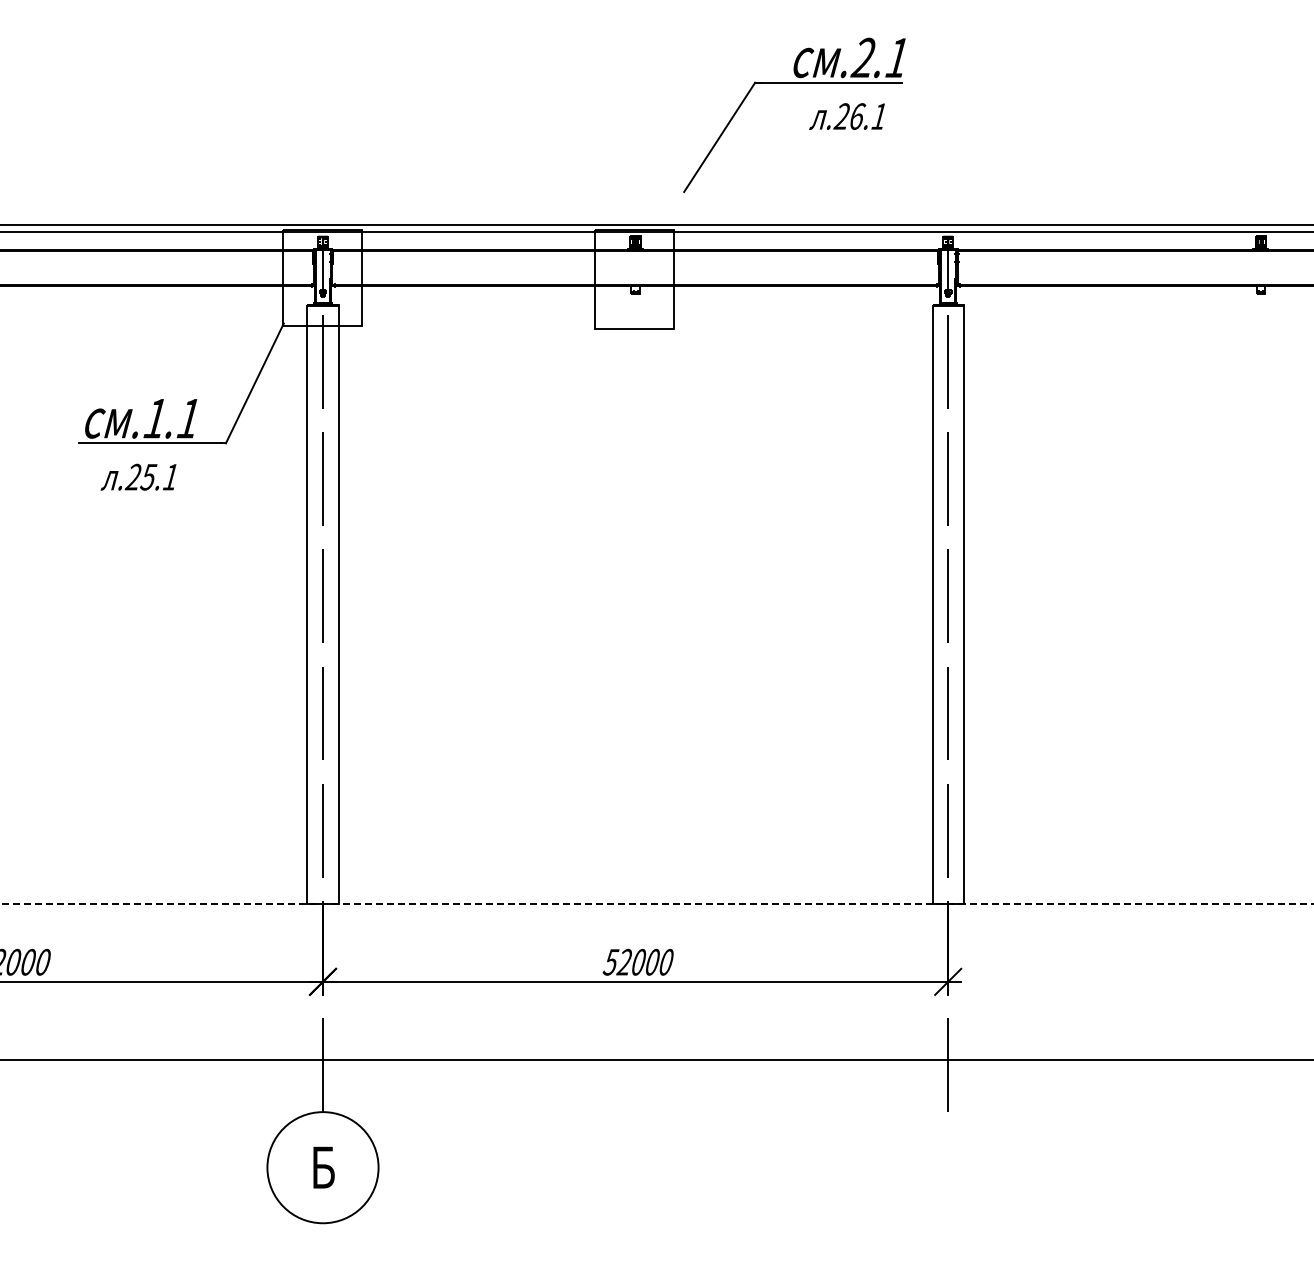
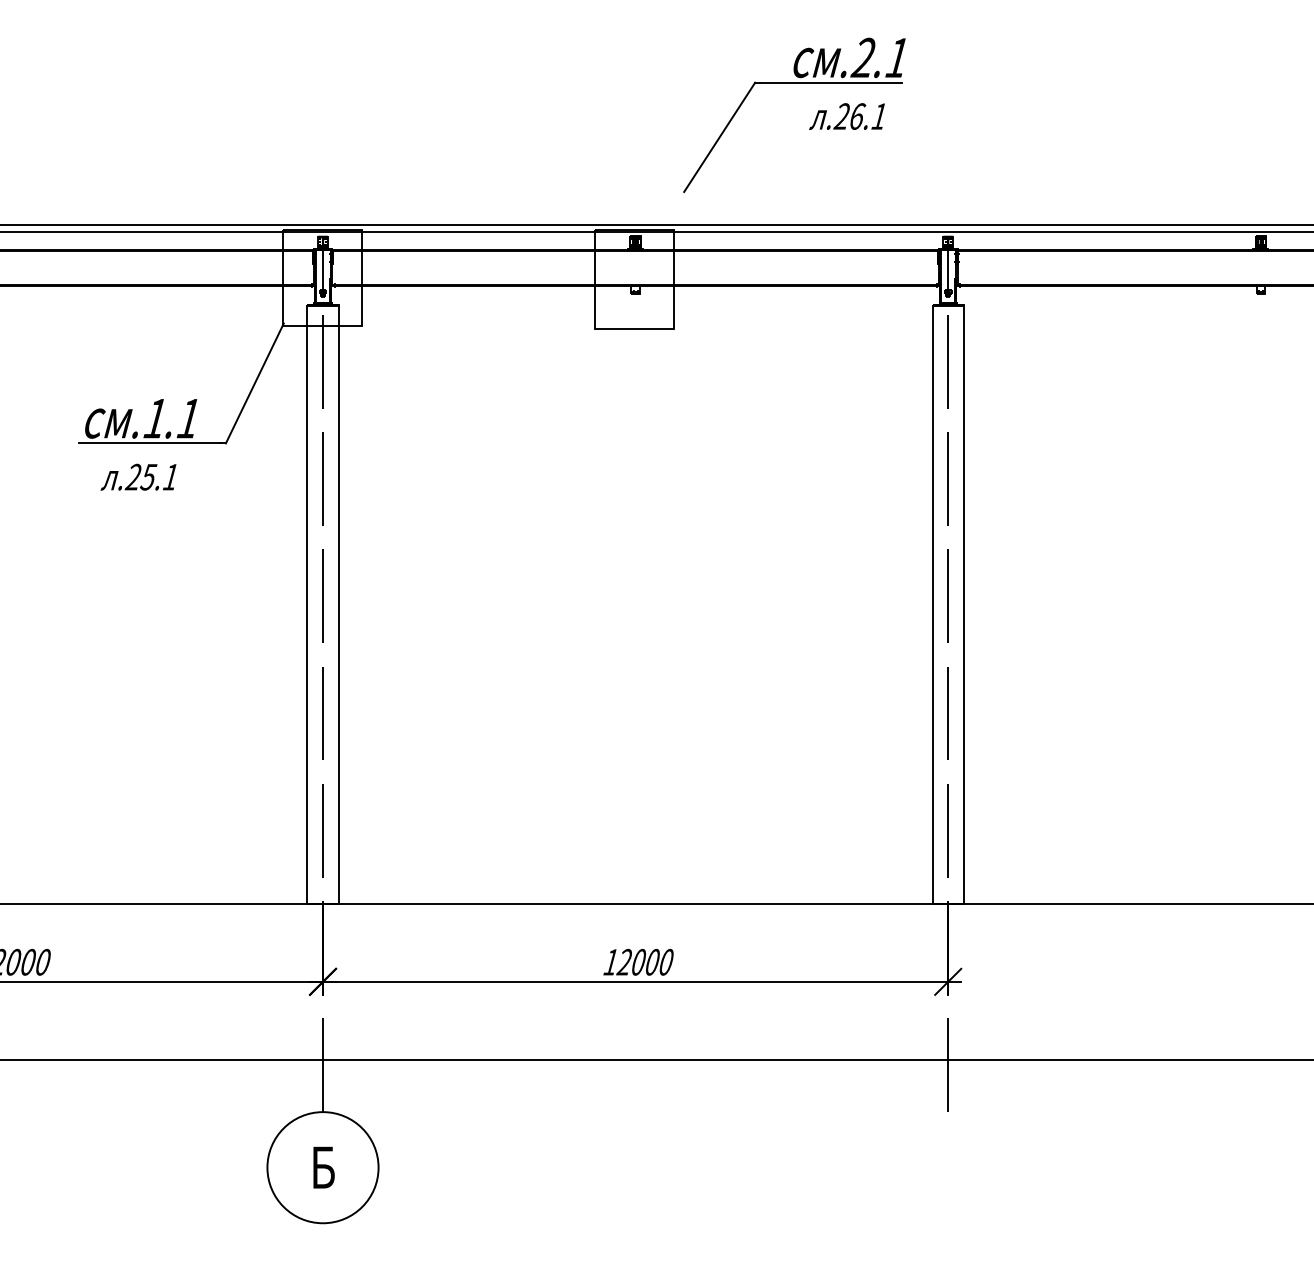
line at (657, 903): dashed -> solid
text at (610, 962): 52000 -> 12000
